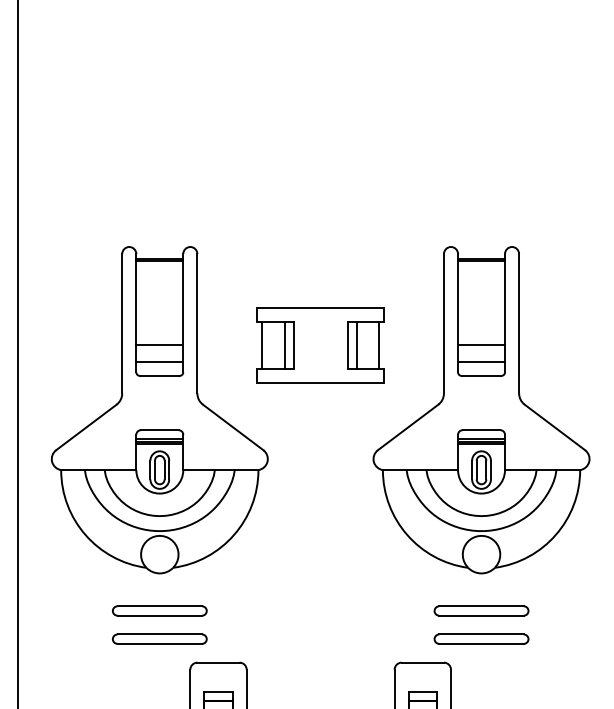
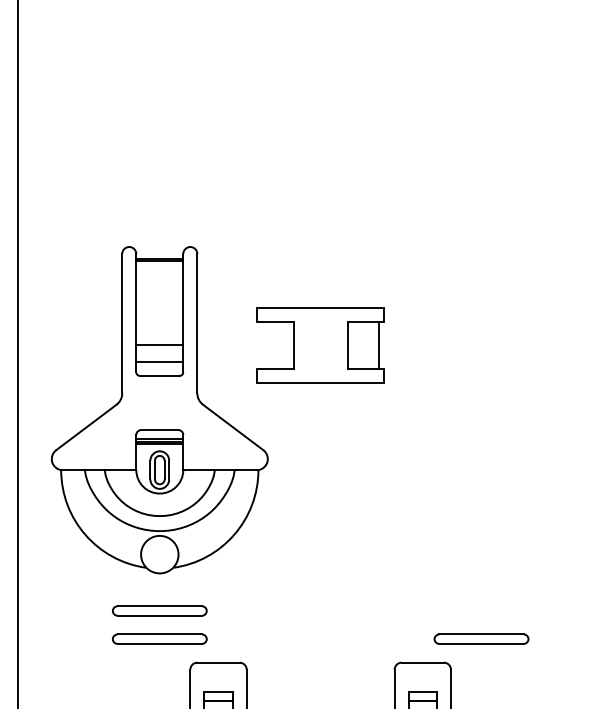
line at (261, 345): present -> none
line at (284, 345): present -> none
line at (357, 345): present -> none
part at (481, 410): present -> none
part at (481, 610): present -> none
